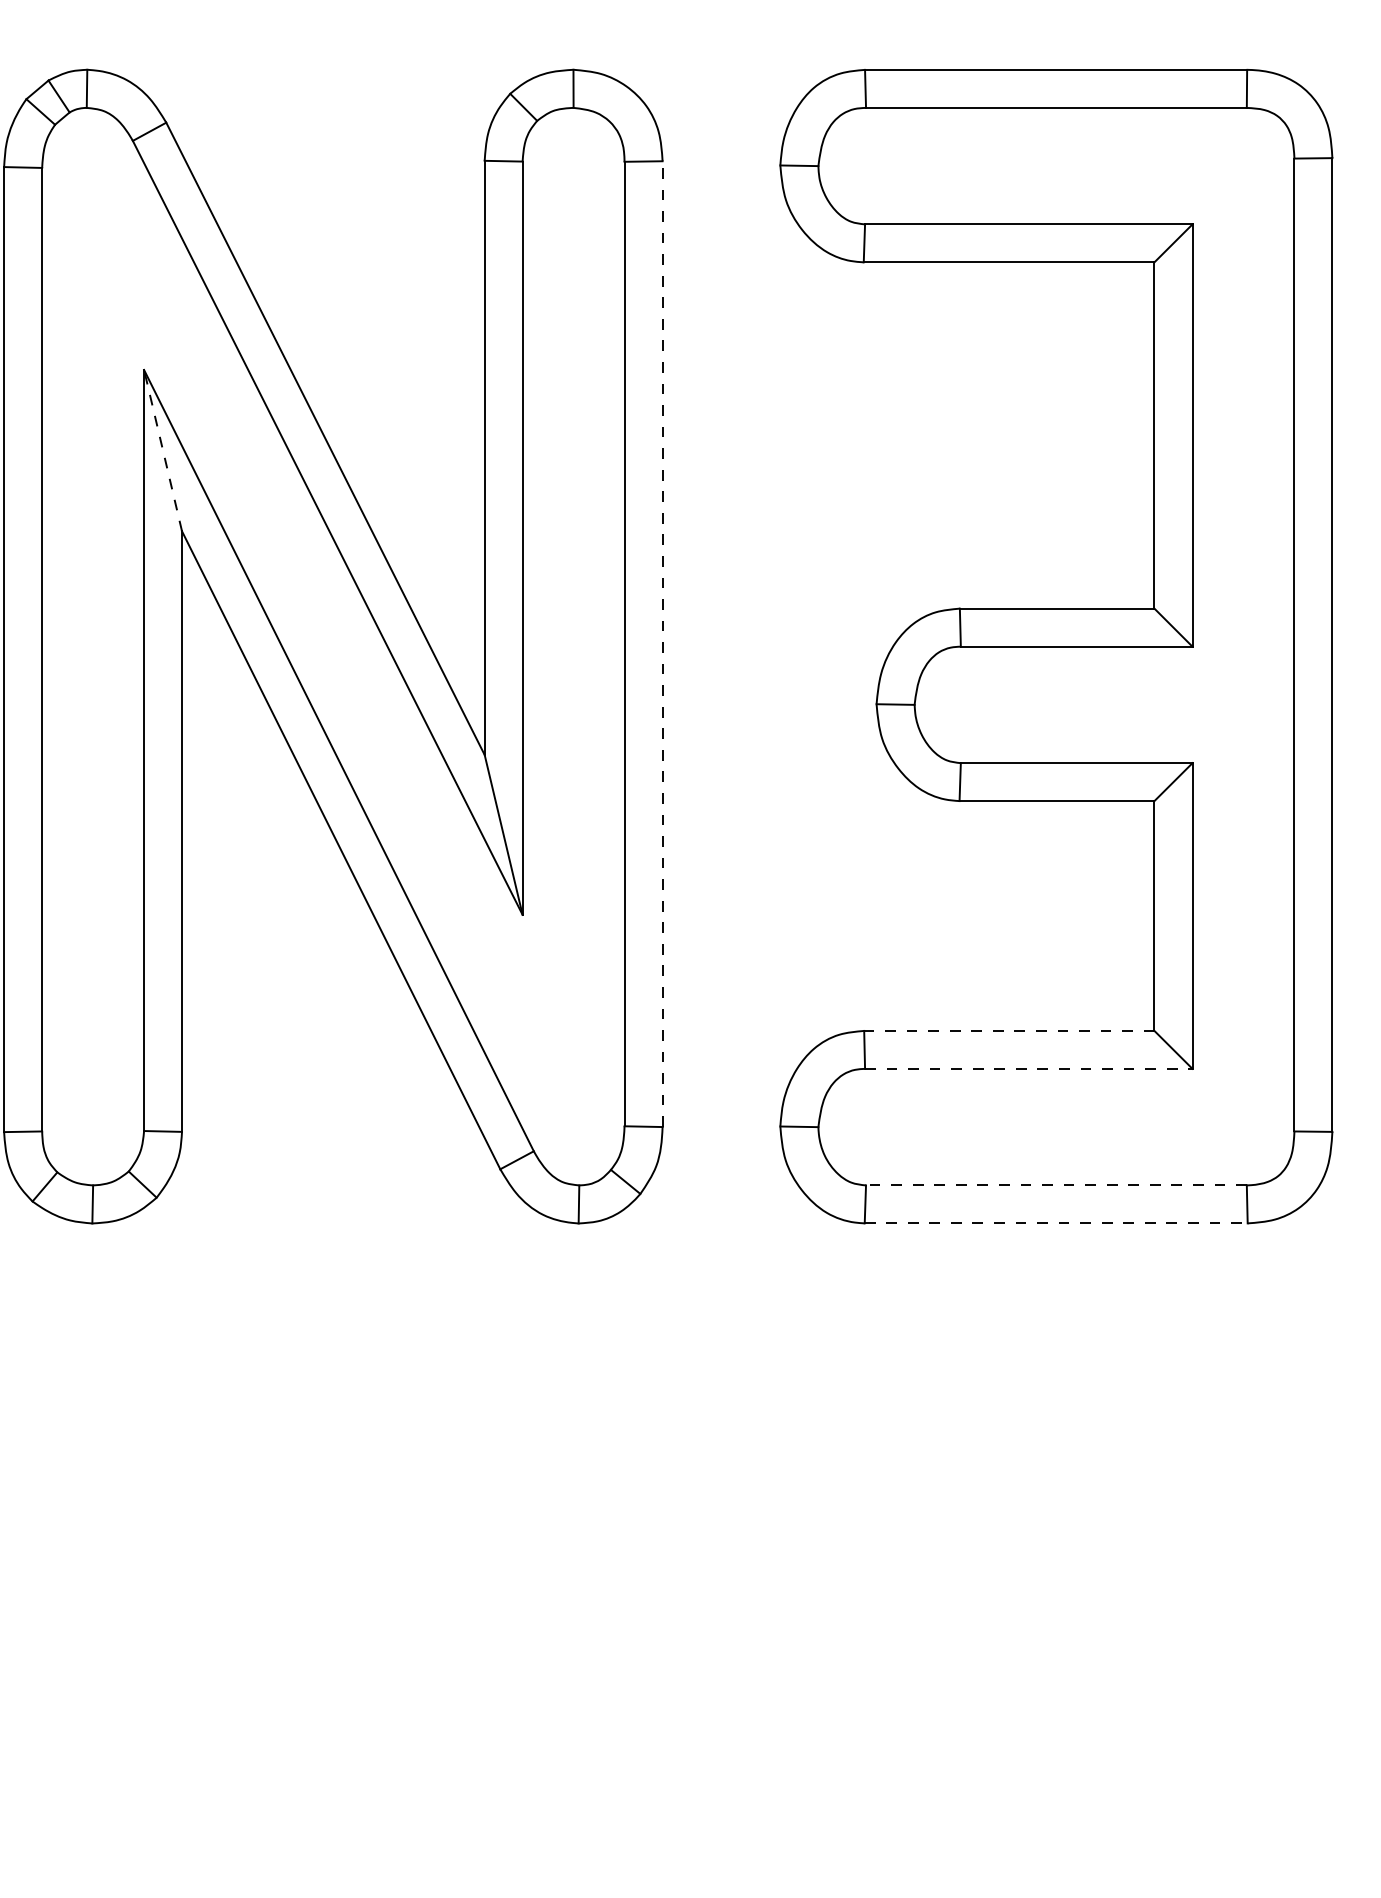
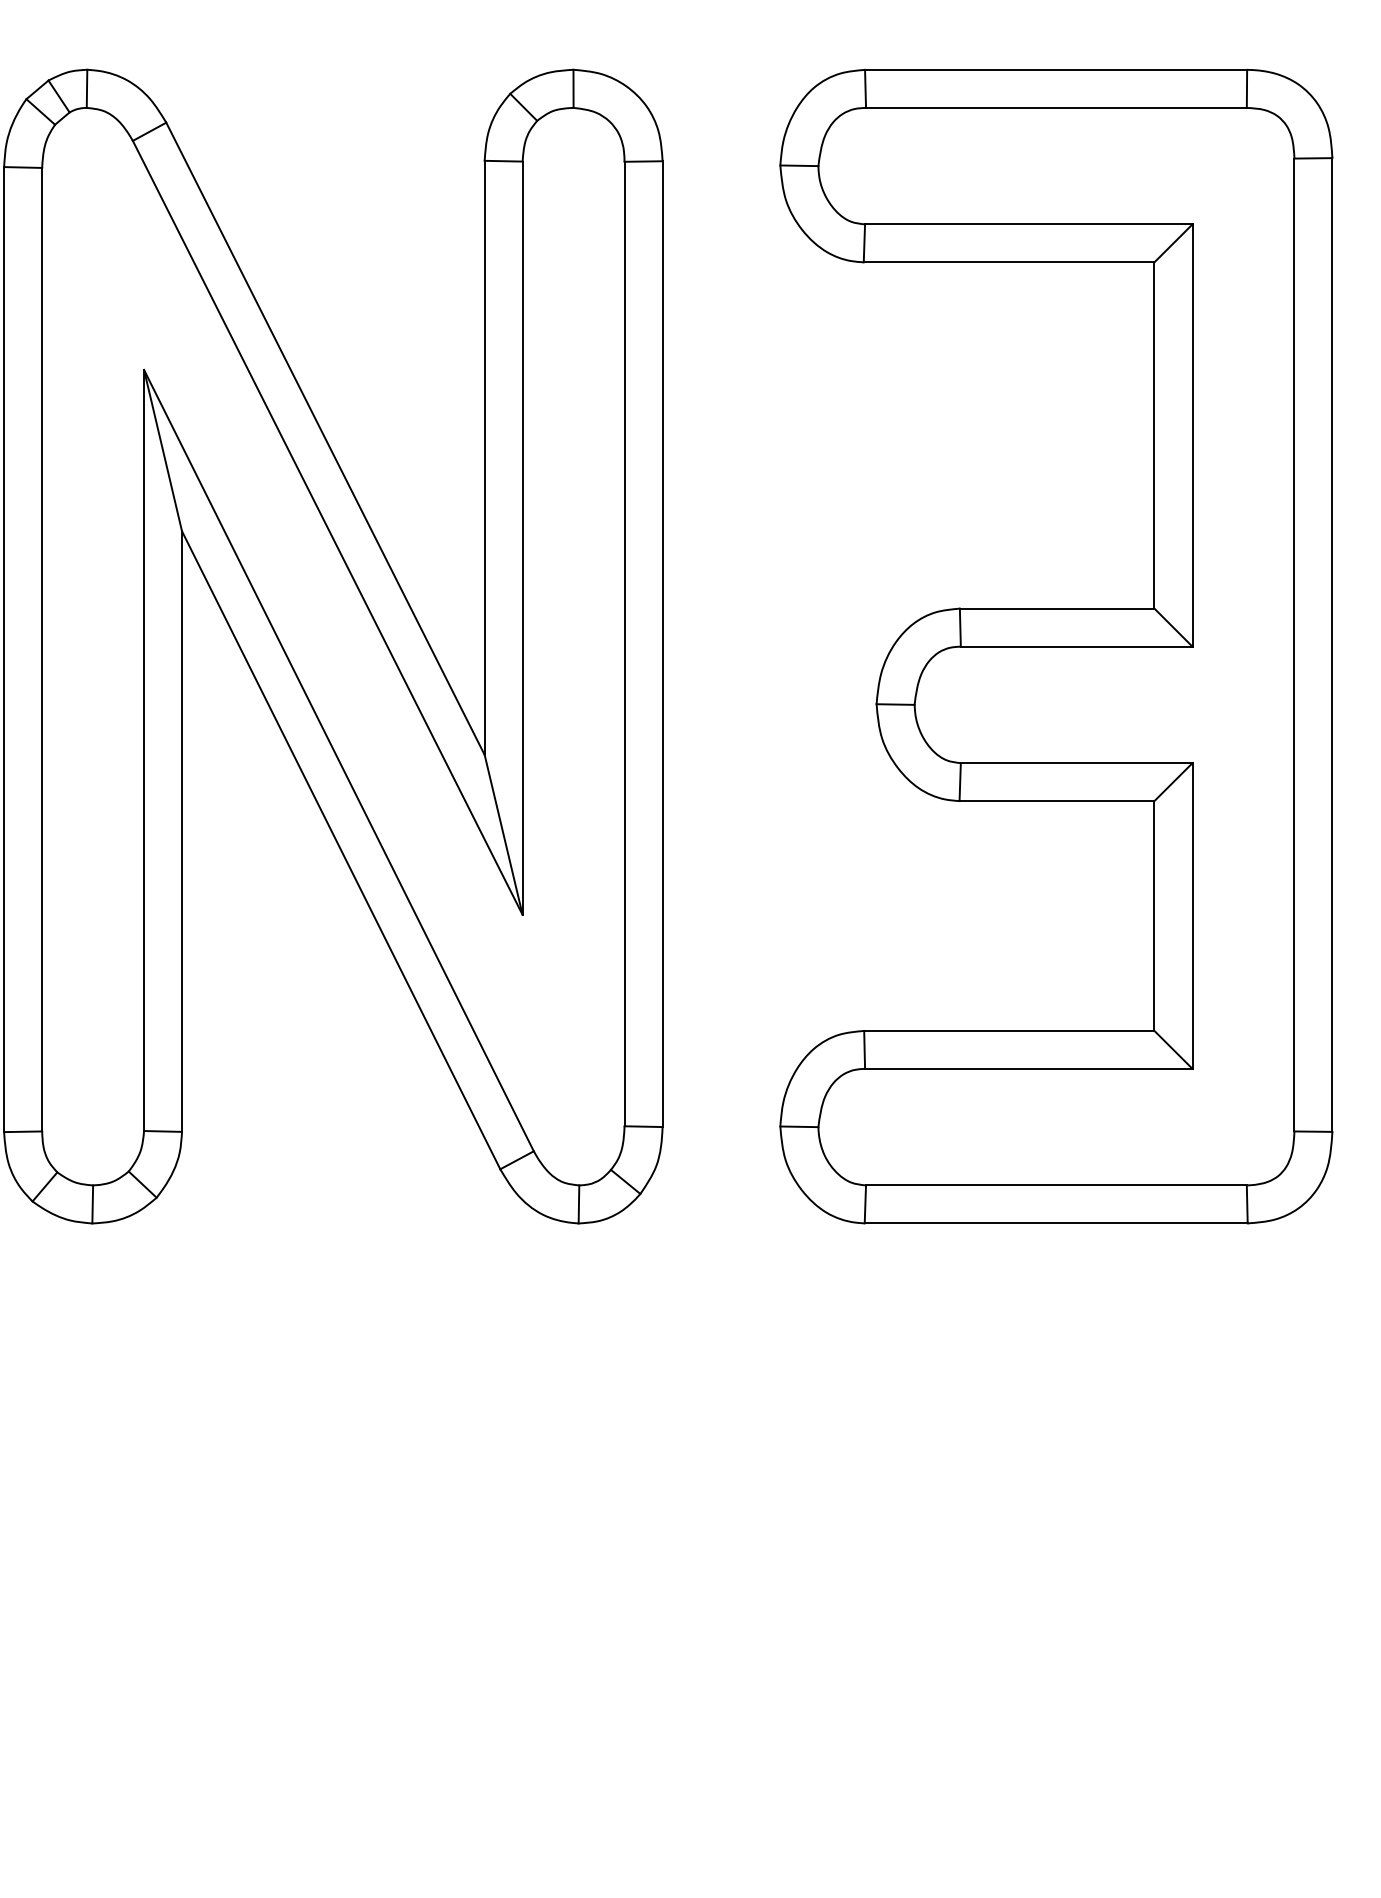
line at (163, 450): dashed -> solid
line at (662, 644): dashed -> solid
line at (1008, 1030): dashed -> solid
line at (1028, 1068): dashed -> solid
line at (1055, 1185): dashed -> solid
line at (1056, 1223): dashed -> solid
